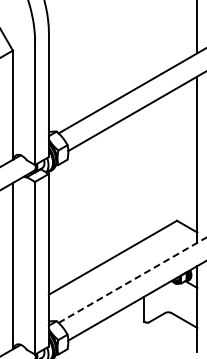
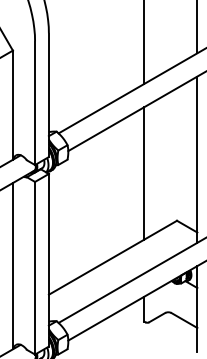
line at (144, 43): none -> present
line at (144, 173): none -> present
line at (132, 280): dashed -> solid
